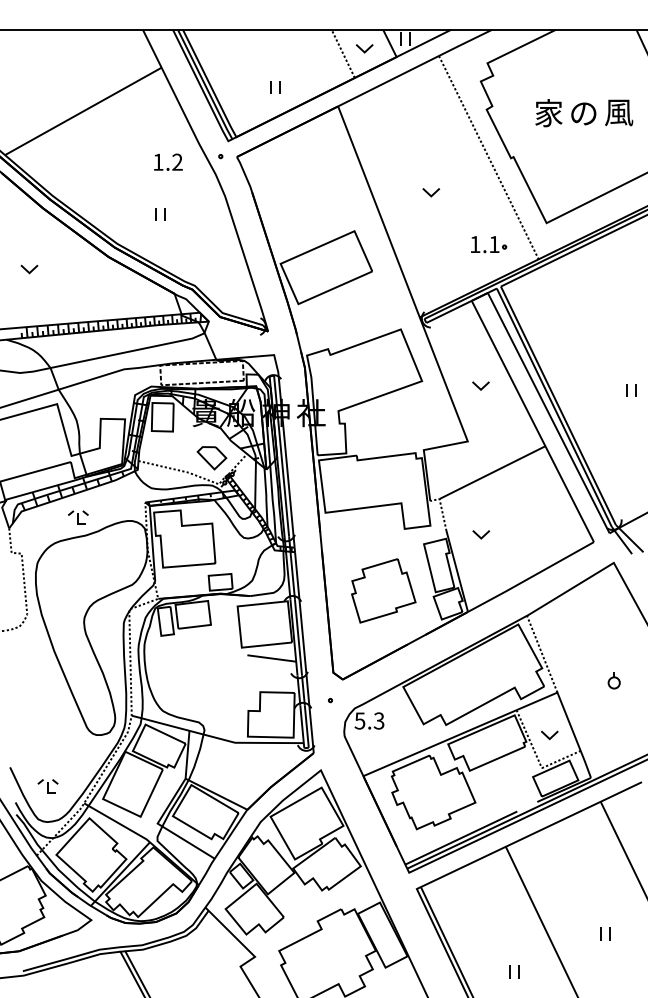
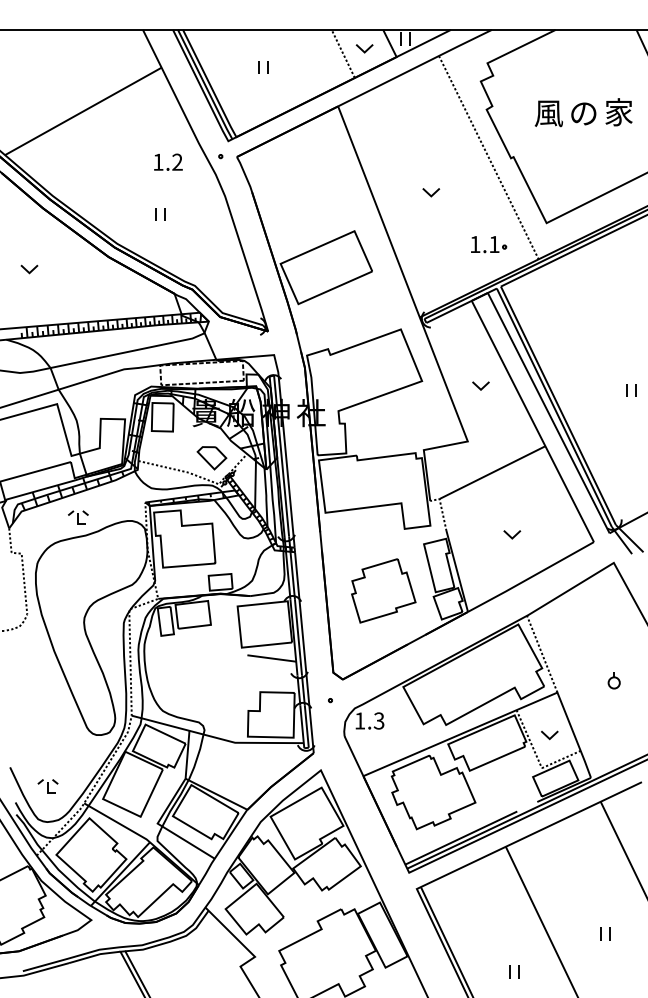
part at (275, 87) position: (275, 87) -> (263, 67)
text at (619, 112): 風 -> 家
text at (548, 113): 家 -> 風
part at (481, 534) position: (481, 534) -> (512, 534)
text at (359, 720): 5.3 -> 1.3
